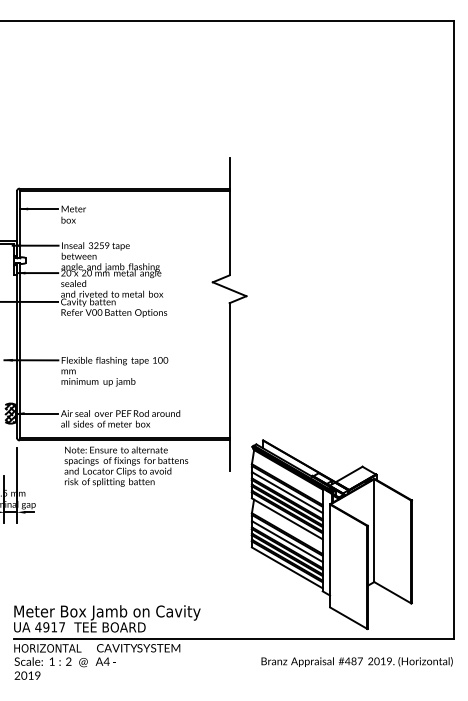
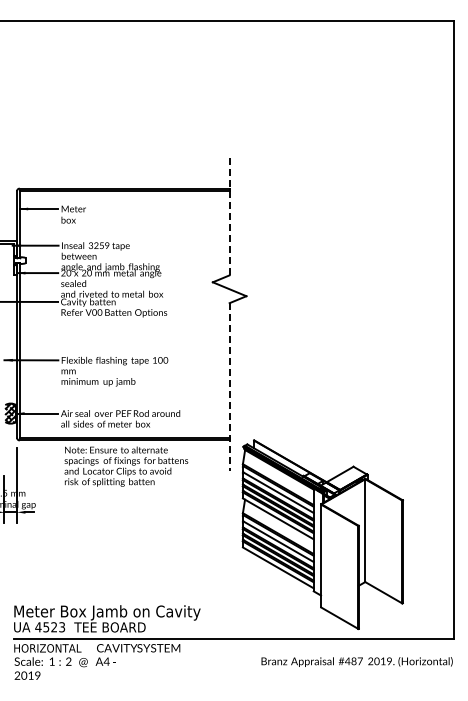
line at (229, 217): solid -> dashed
line at (229, 386): solid -> dashed
part at (331, 534) position: (331, 534) -> (322, 534)
text at (54, 627): 4917 -> 4523
